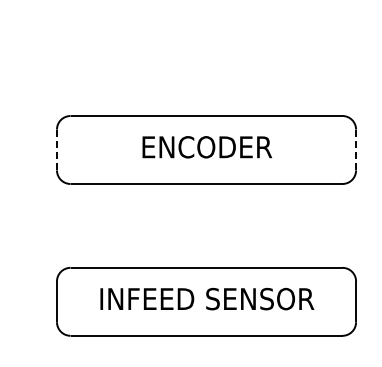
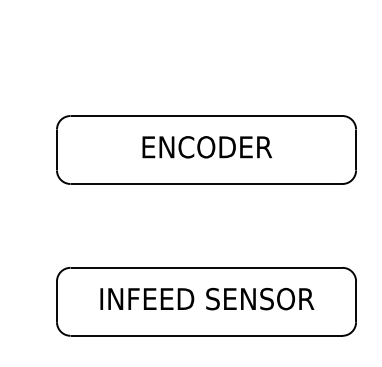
line at (56, 149): dashed -> solid
line at (356, 150): dashed -> solid
